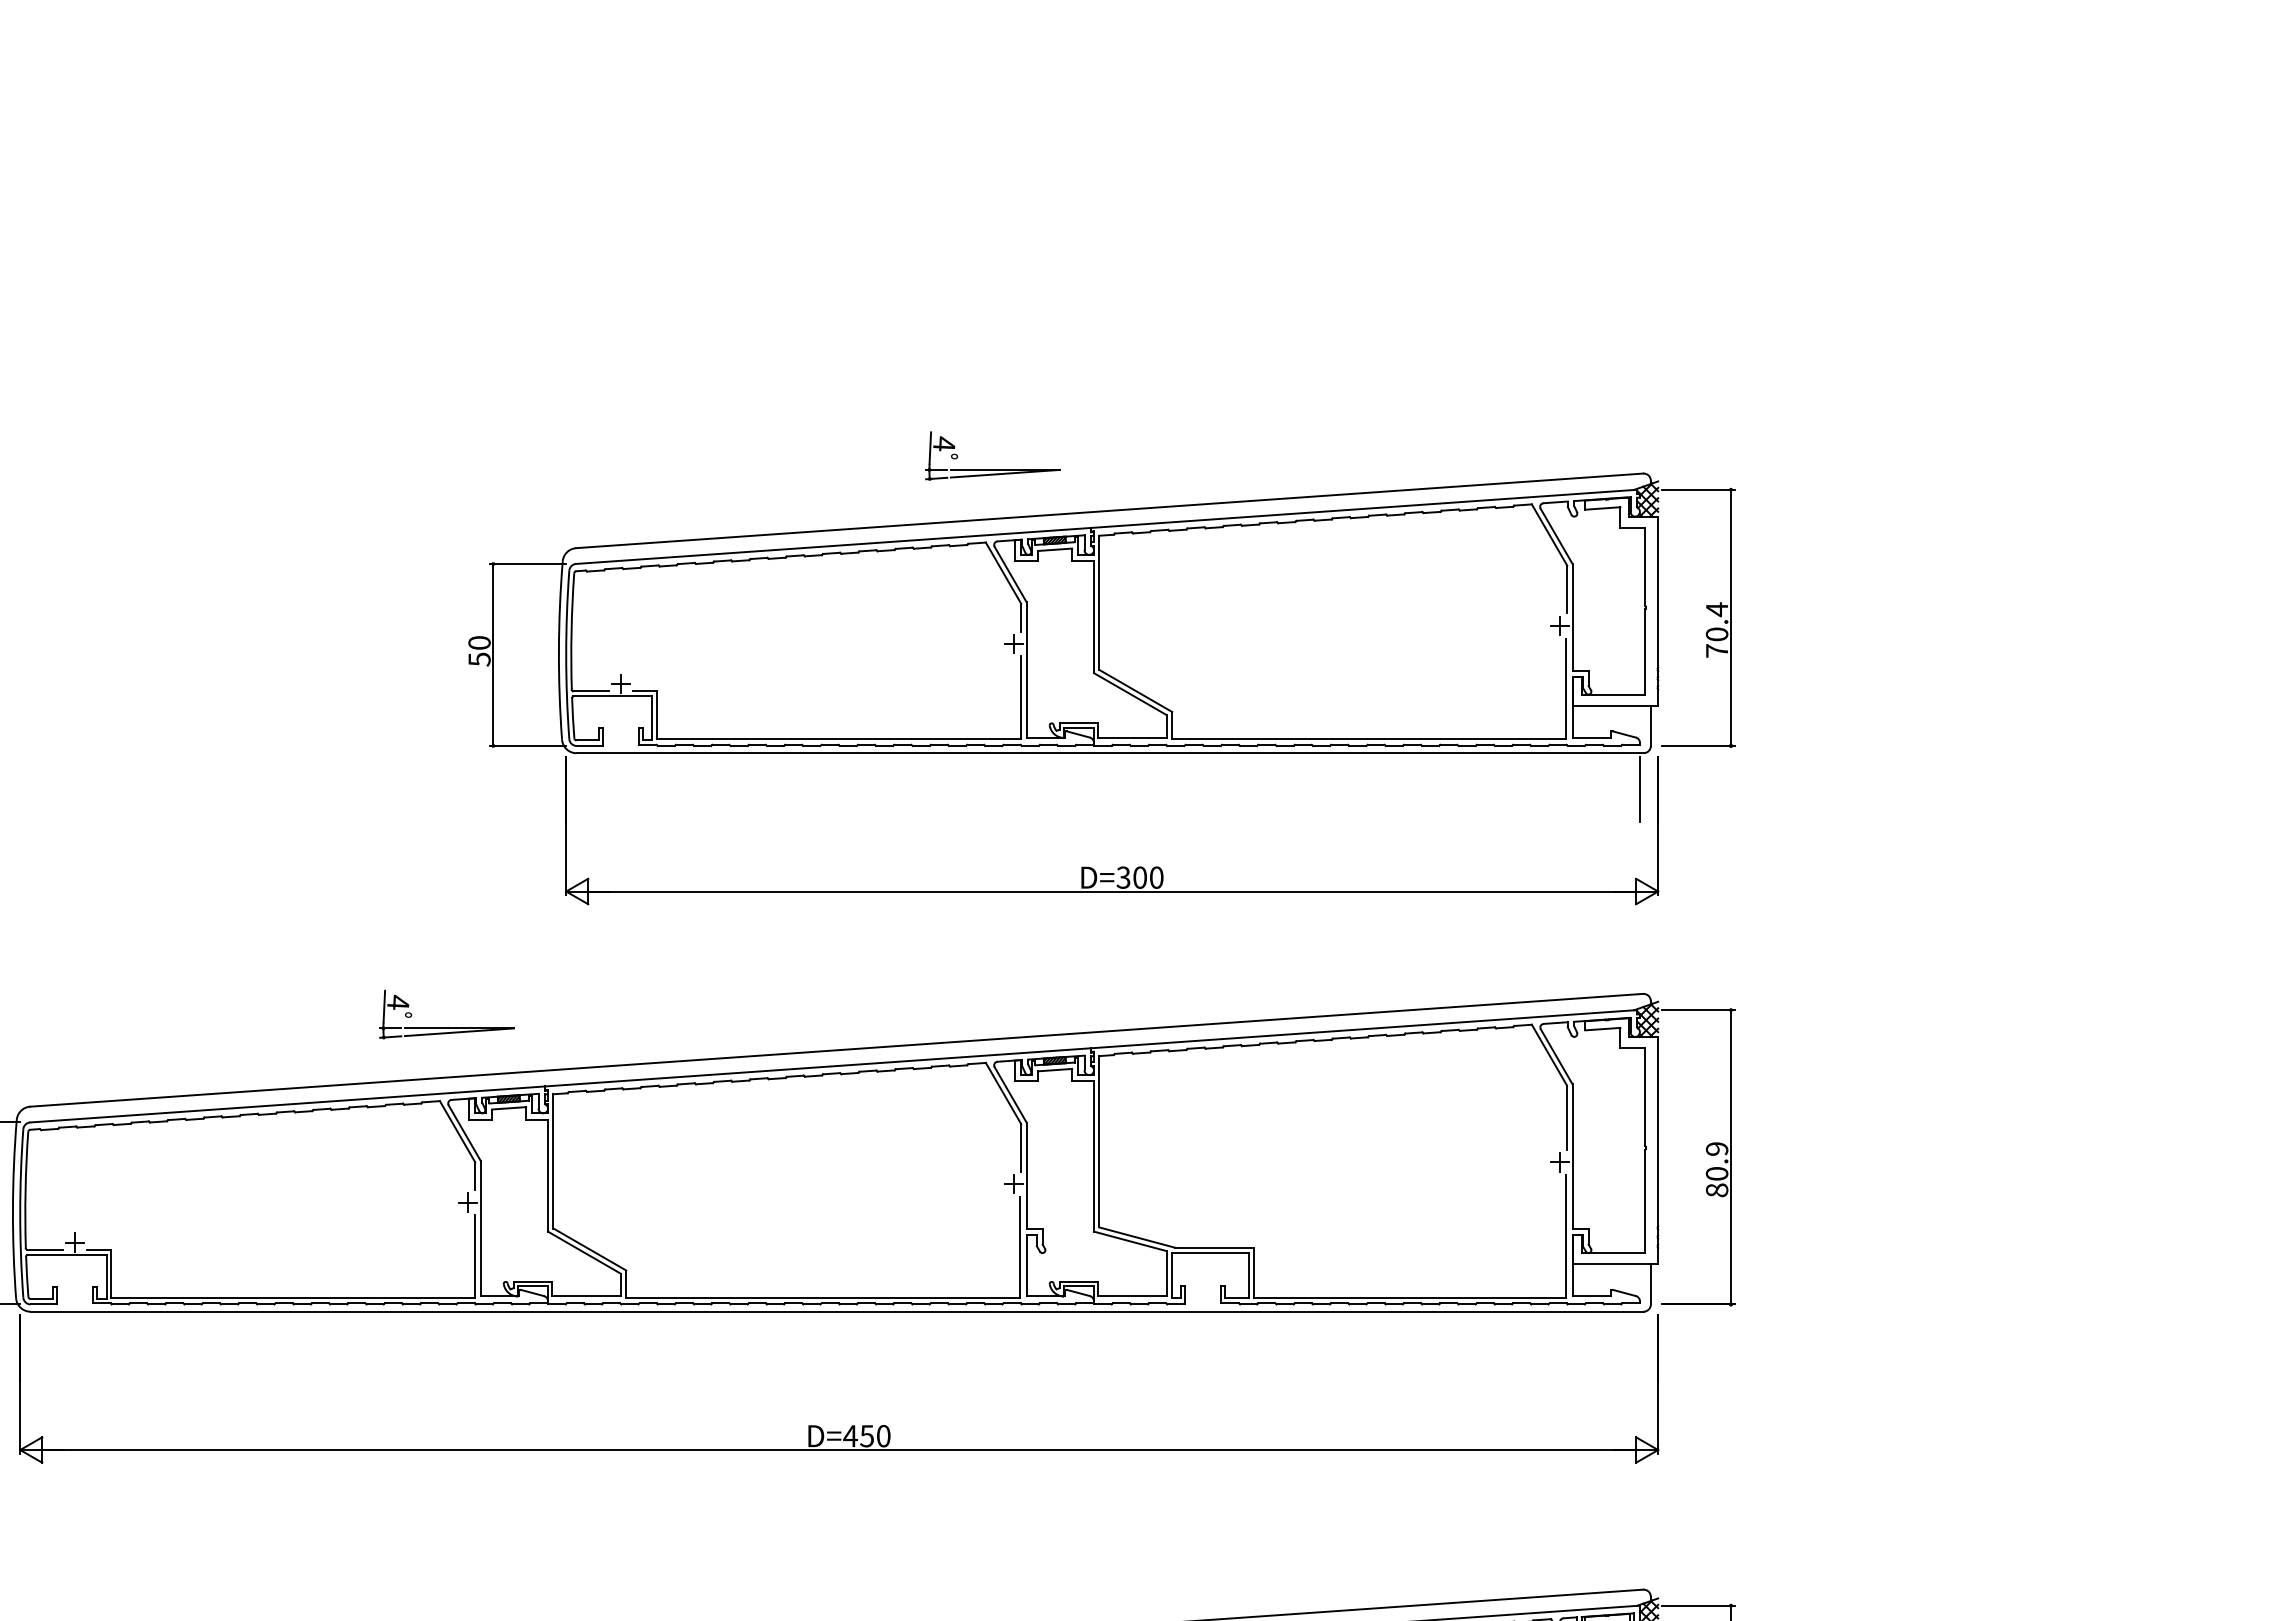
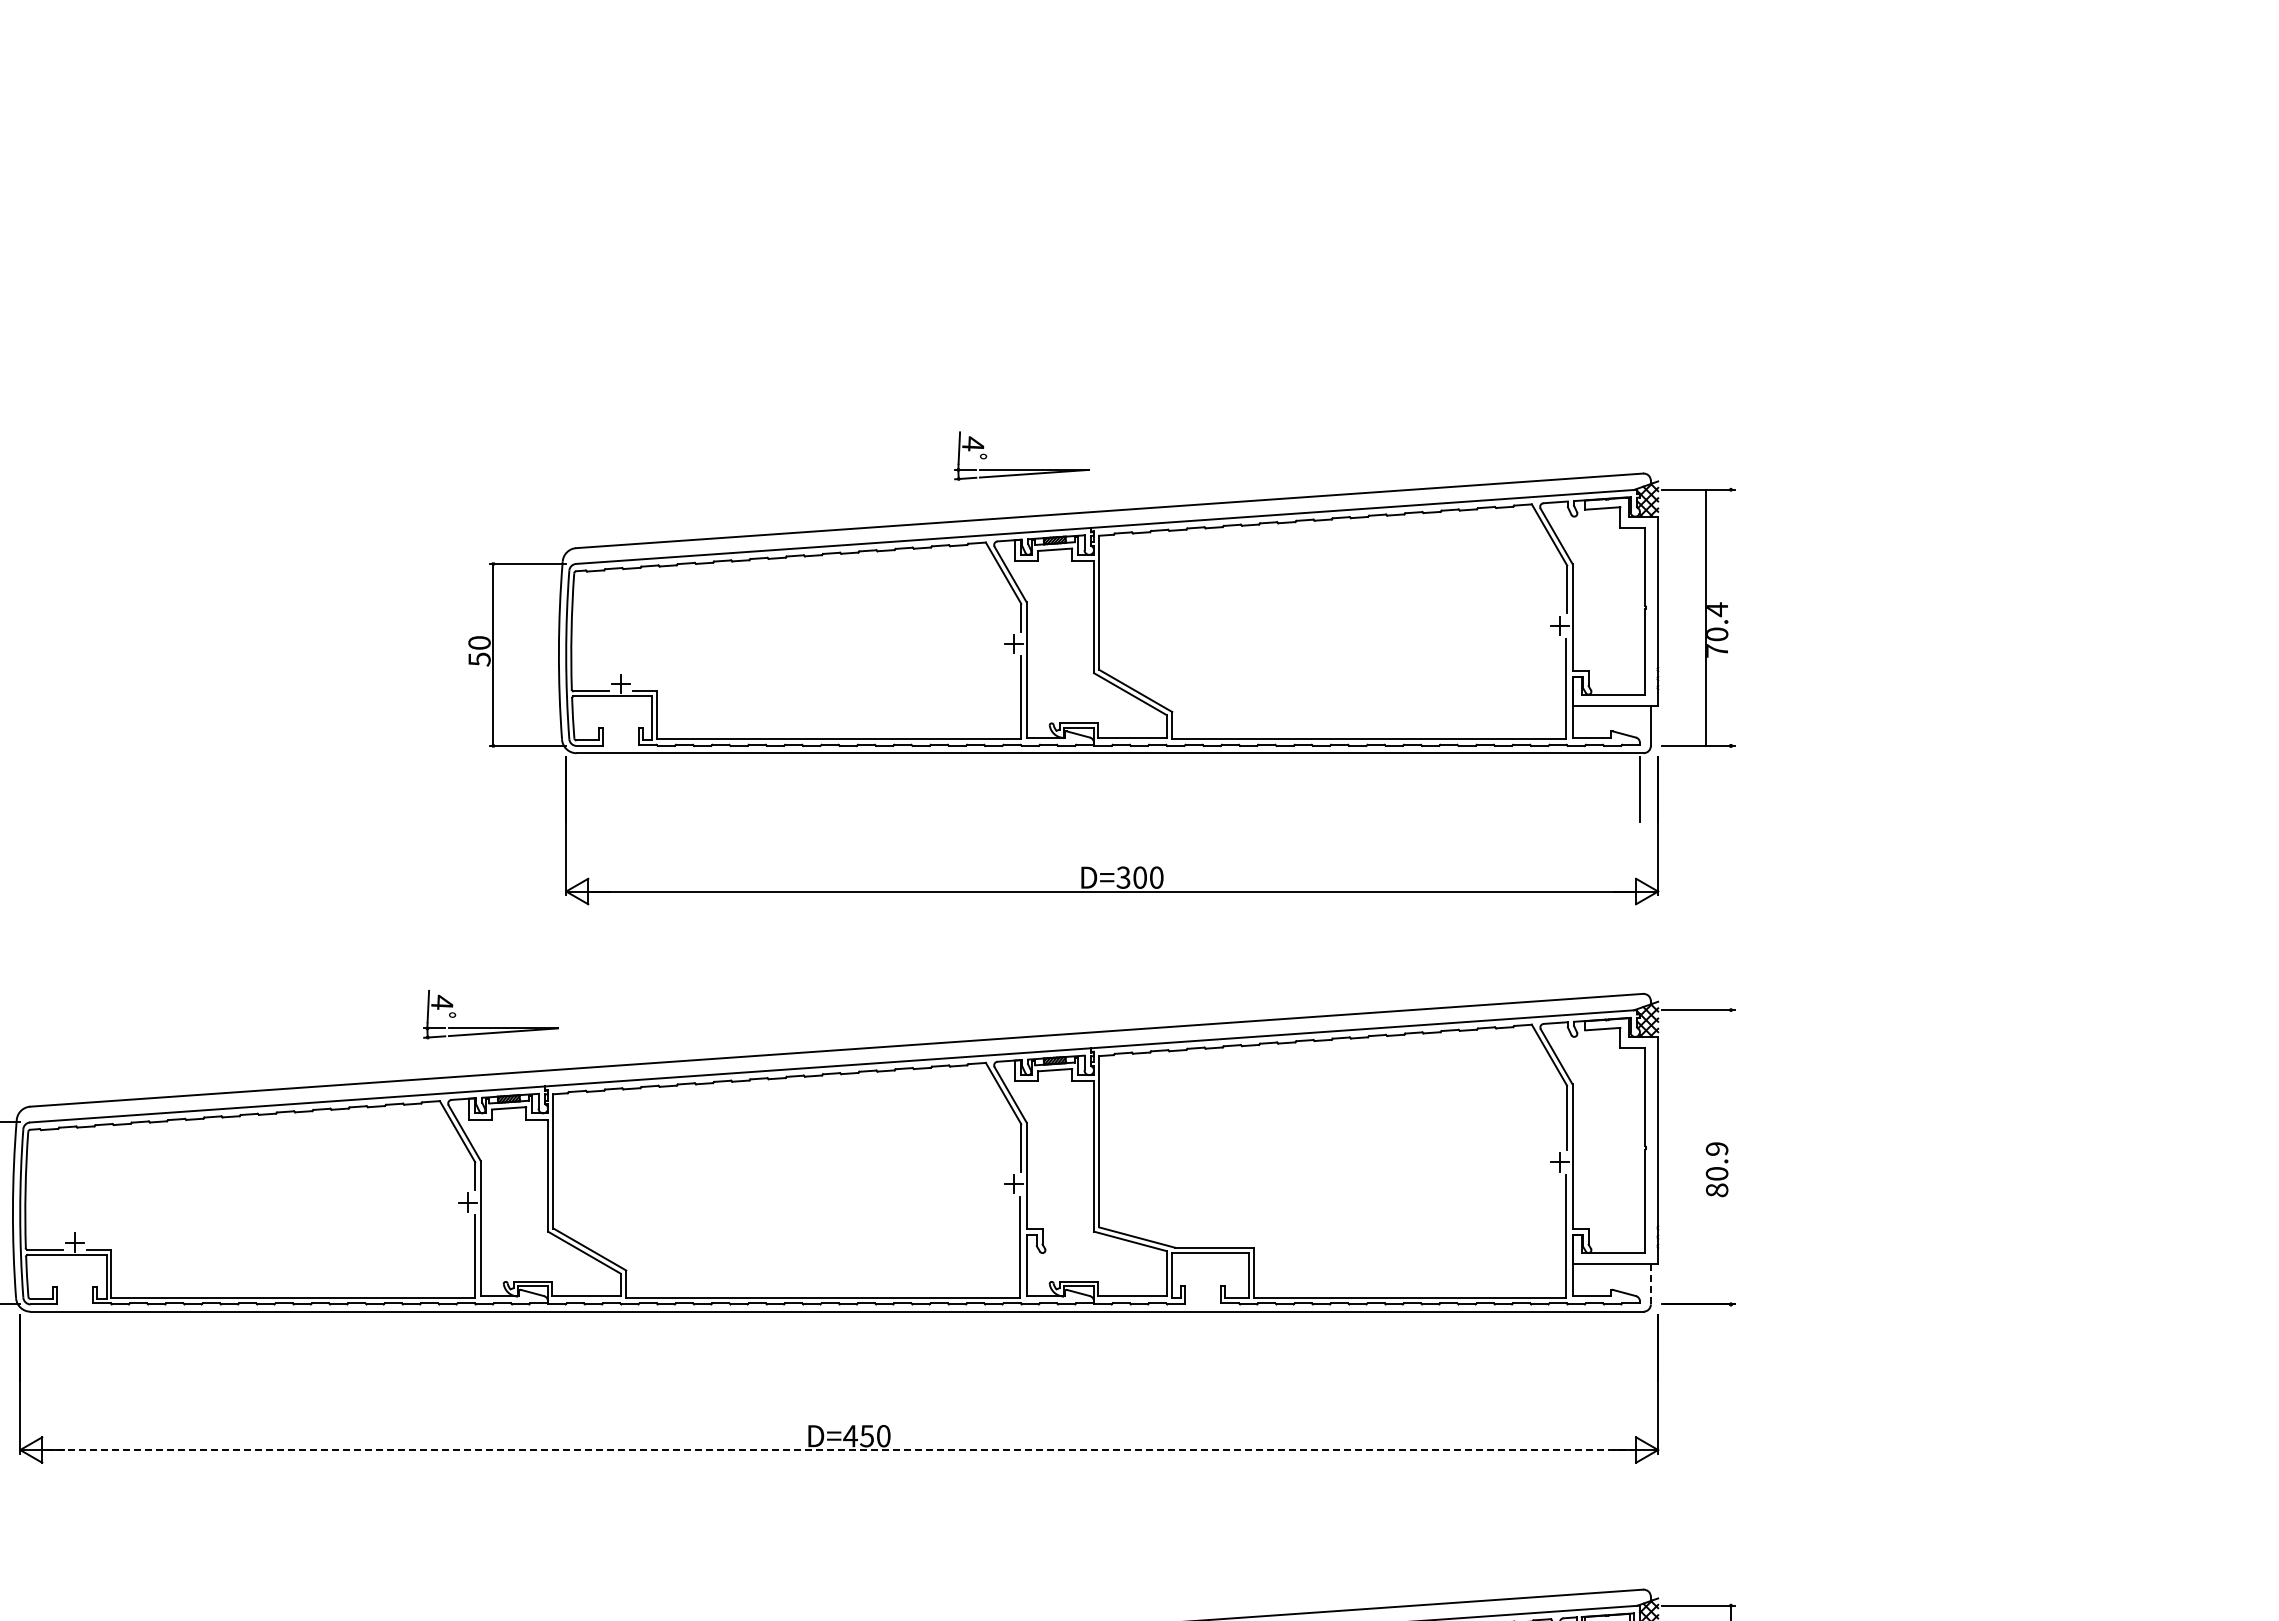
part at (992, 469) position: (992, 469) -> (1021, 469)
line at (1730, 617) position: (1730, 617) -> (1705, 617)
part at (446, 1027) position: (446, 1027) -> (490, 1027)
line at (1730, 1157): present -> none
line at (1650, 1284): solid -> dashed
line at (839, 1450): solid -> dashed
